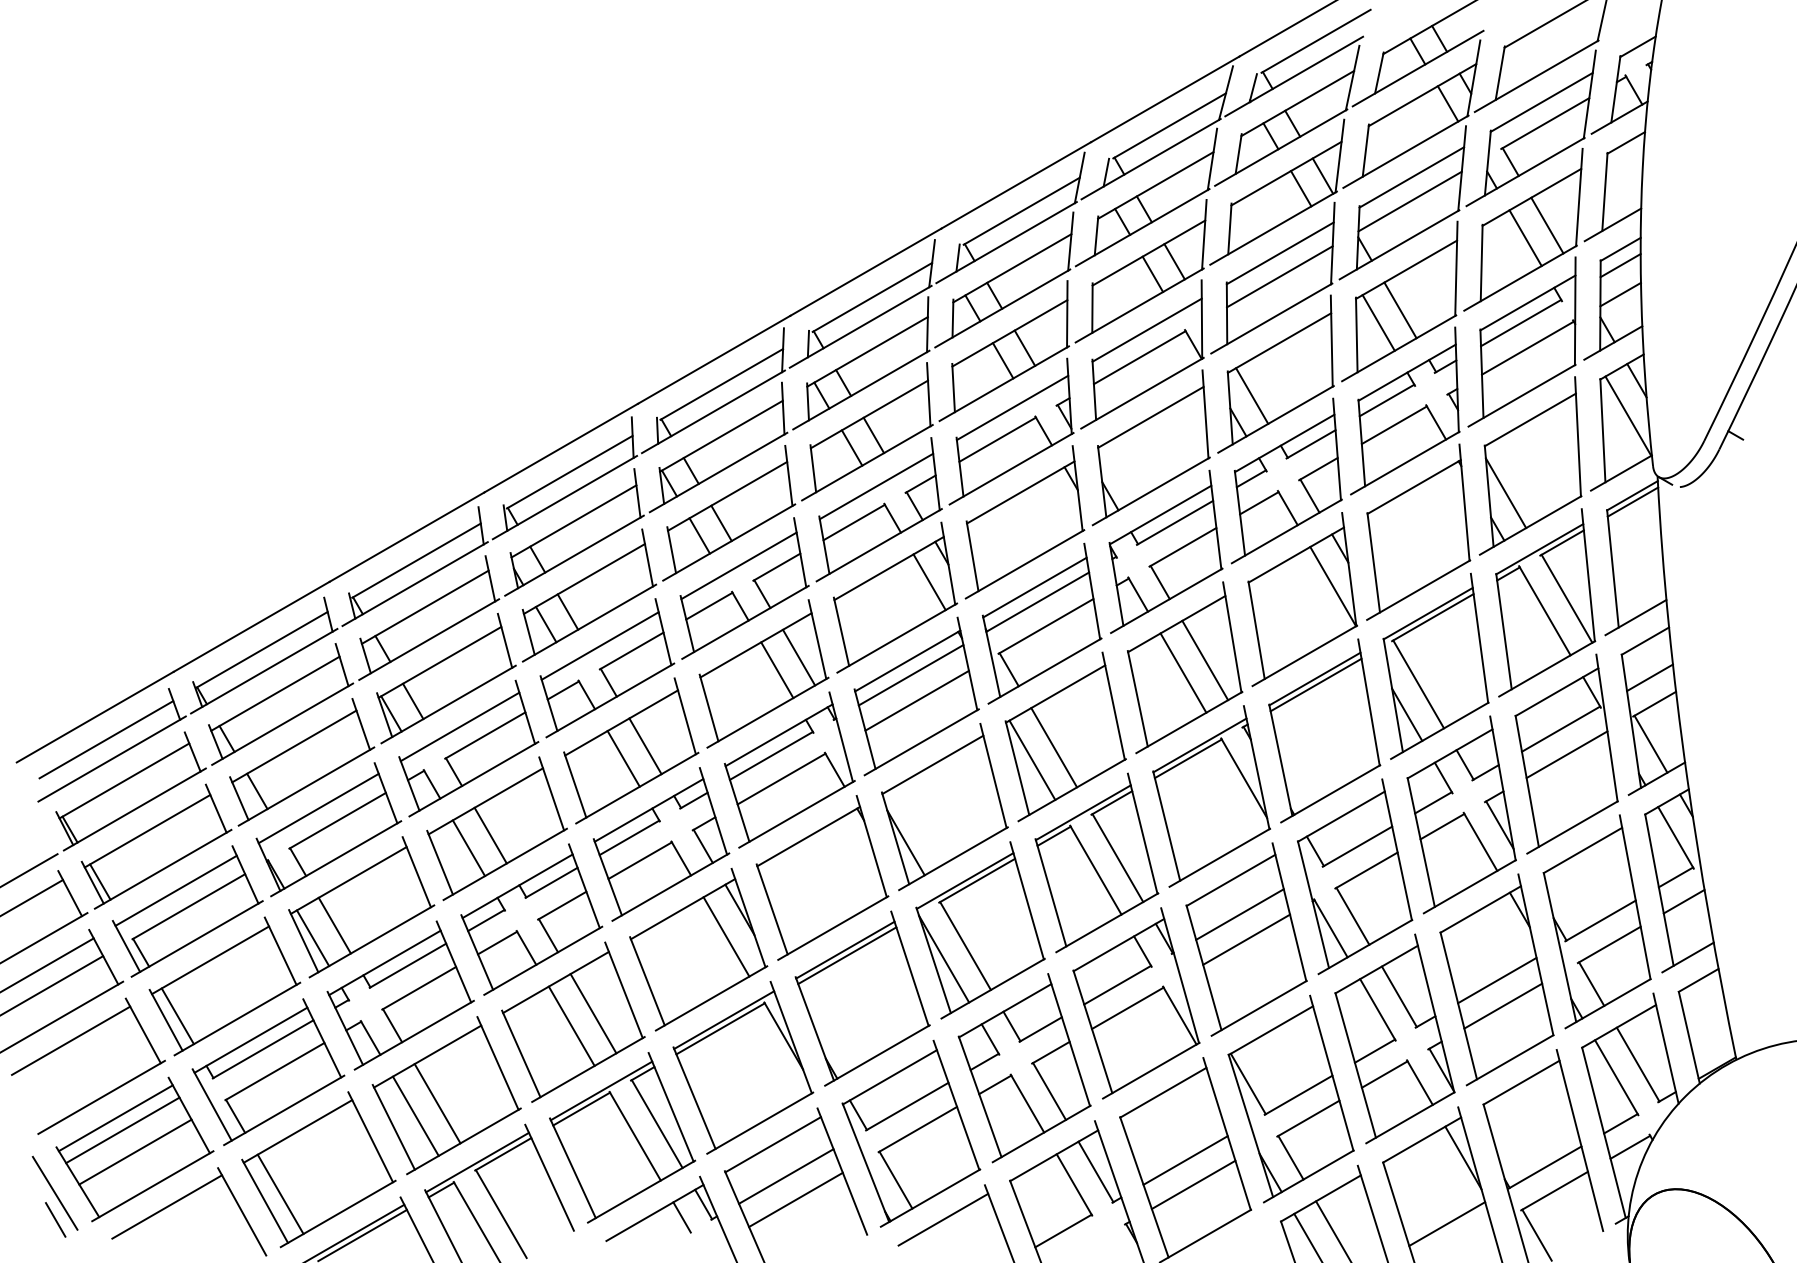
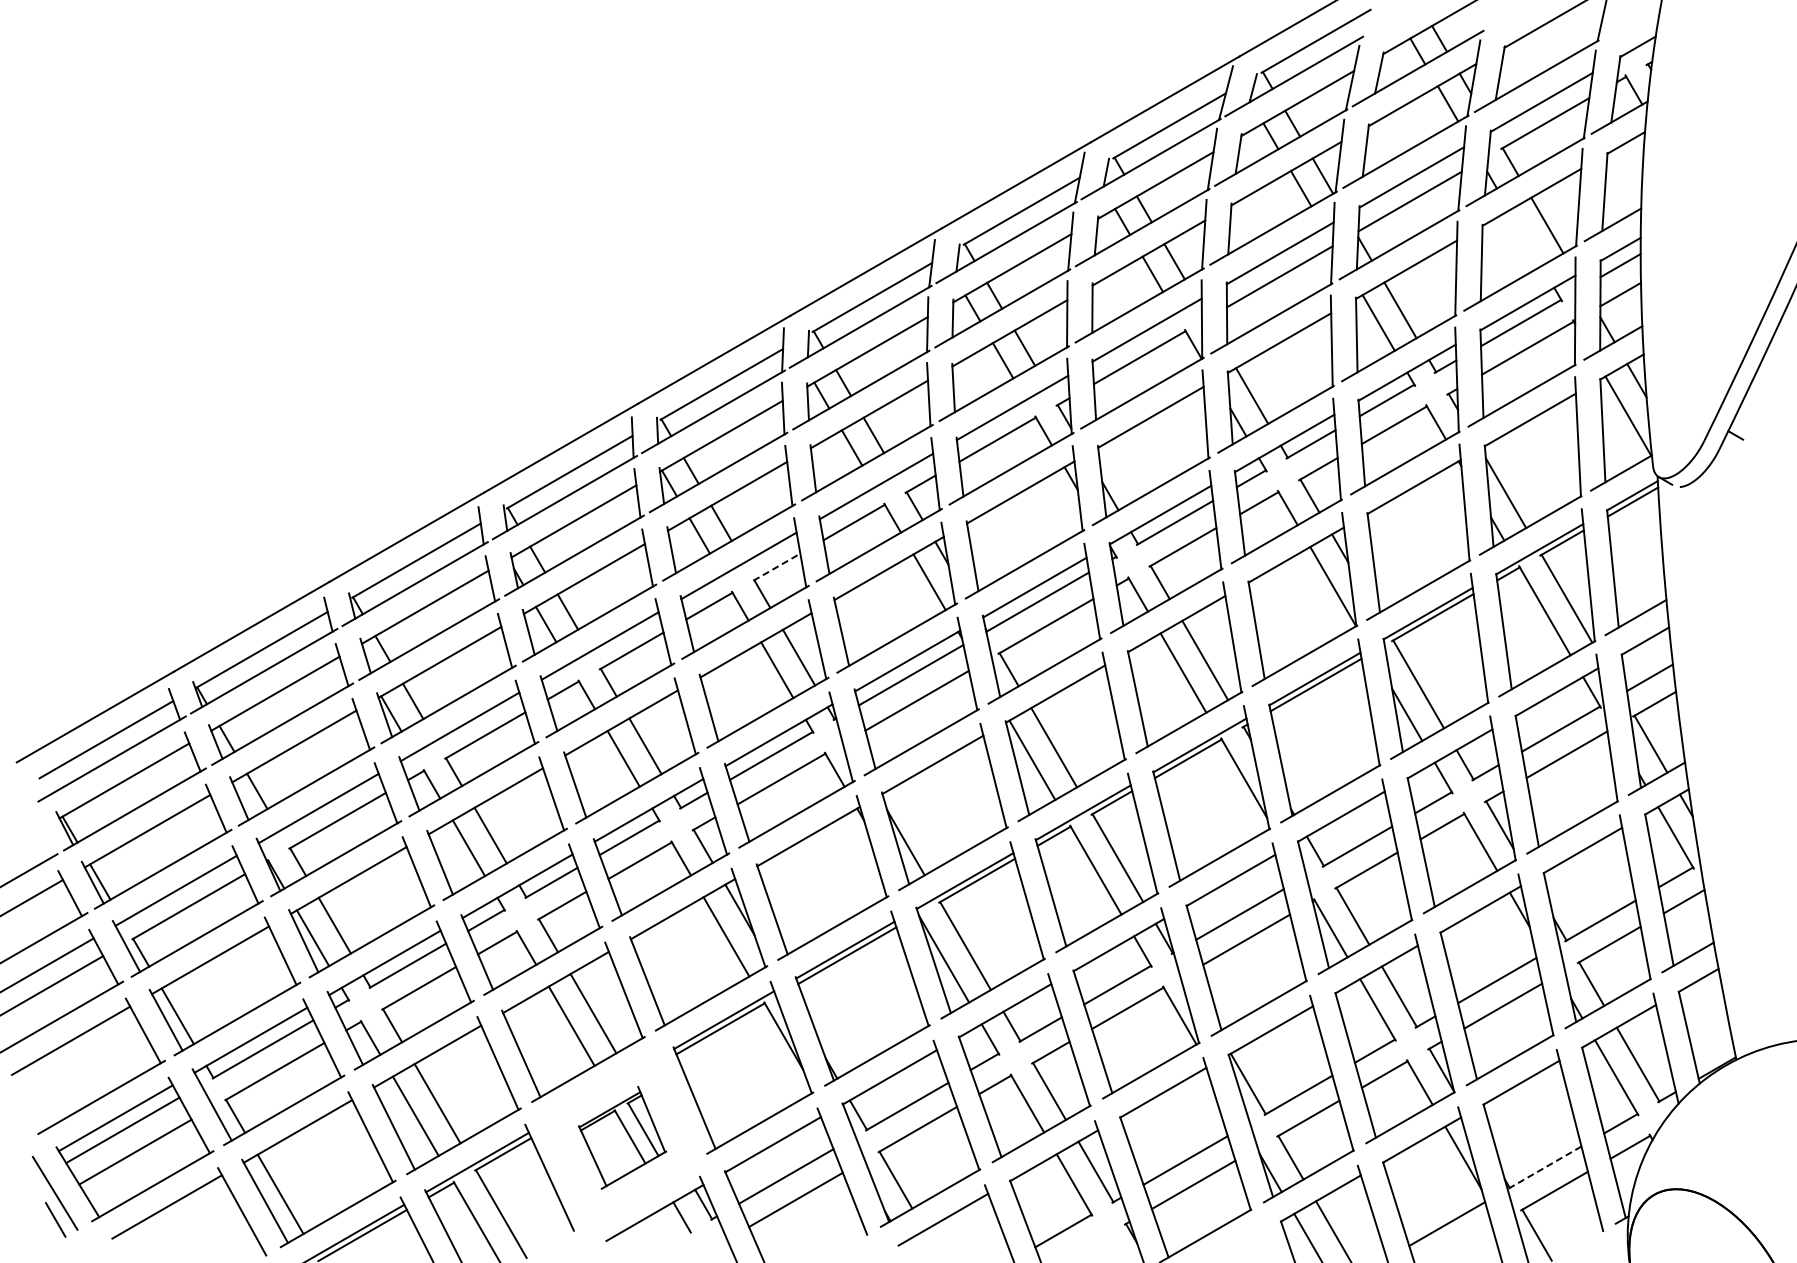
line at (1525, 238): present -> none
line at (777, 566): solid -> dashed
part at (622, 1137) size: 147x172 px -> 90x104 px
line at (1545, 1167): solid -> dashed
